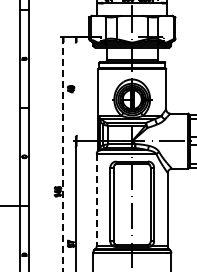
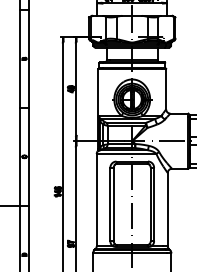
line at (76, 88): none -> present
line at (63, 156): dashed -> solid
line at (96, 200): dashed -> solid
